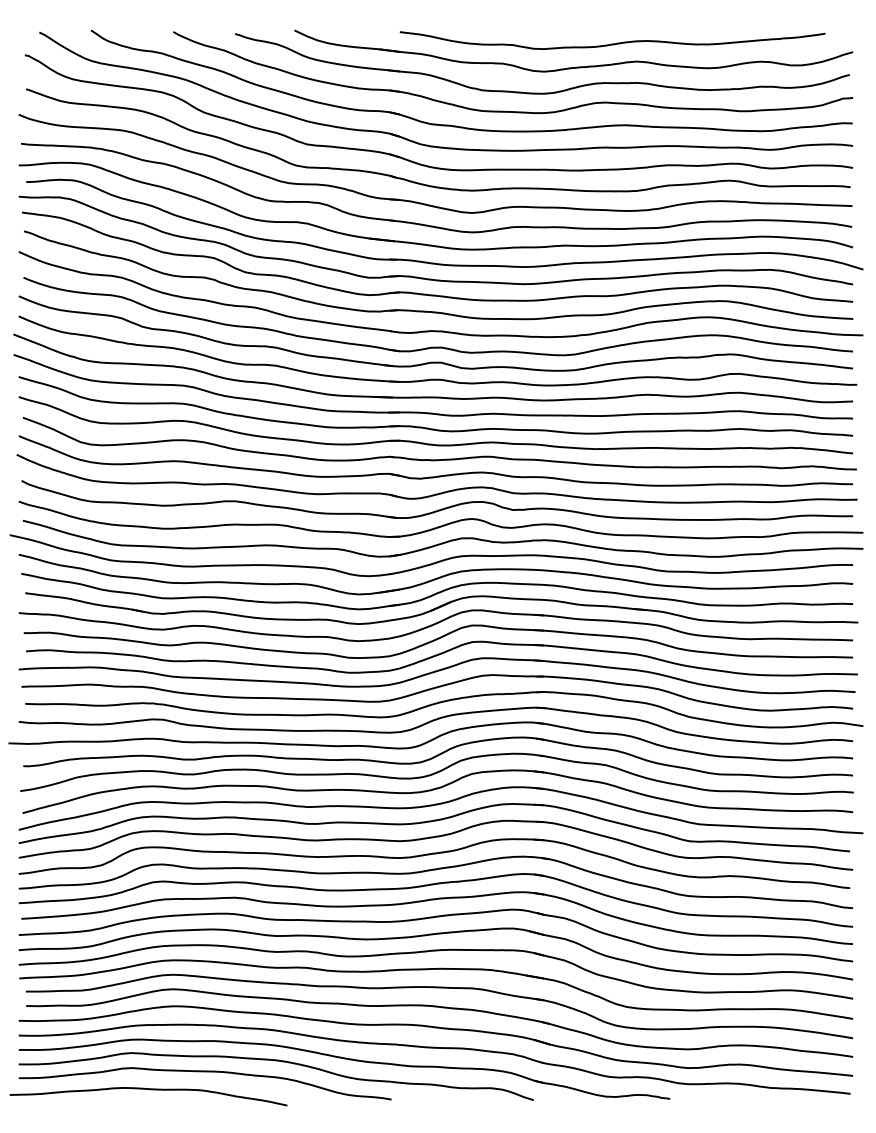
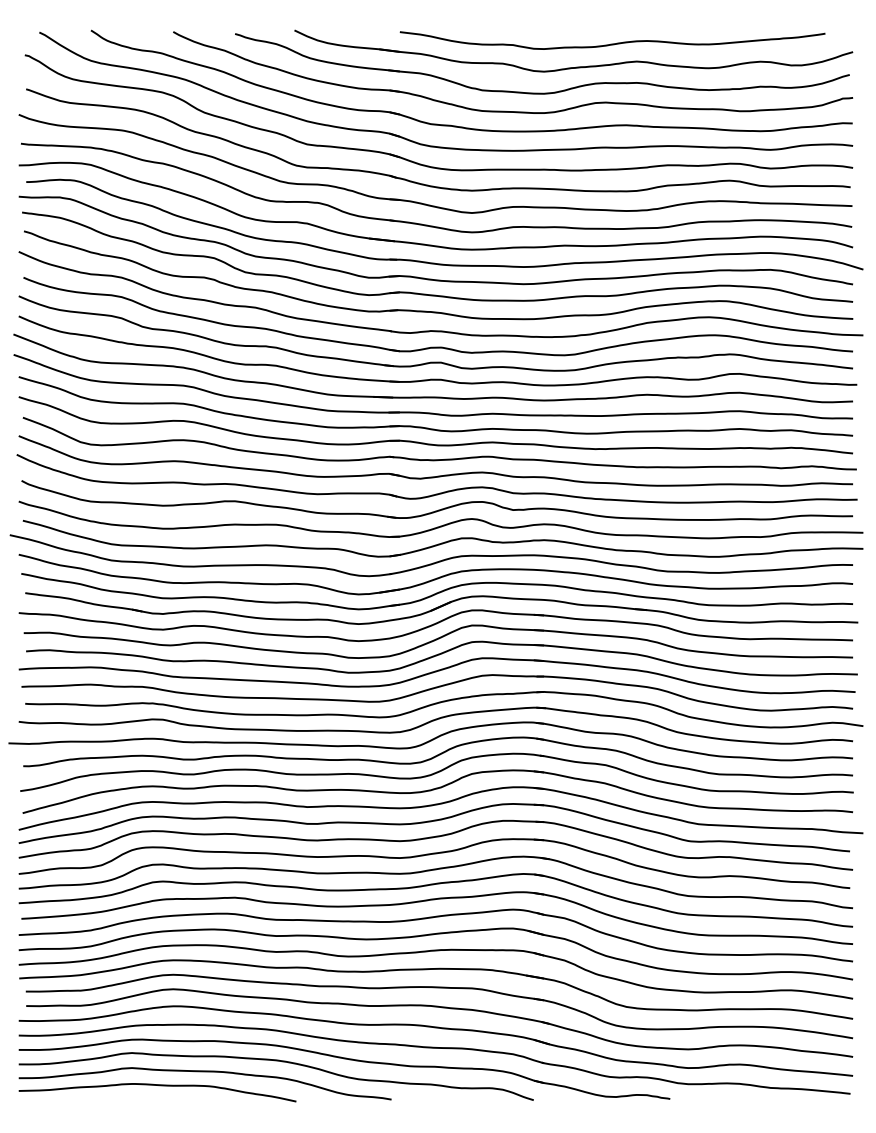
curve at (150, 1090) position: (150, 1090) -> (159, 1086)
